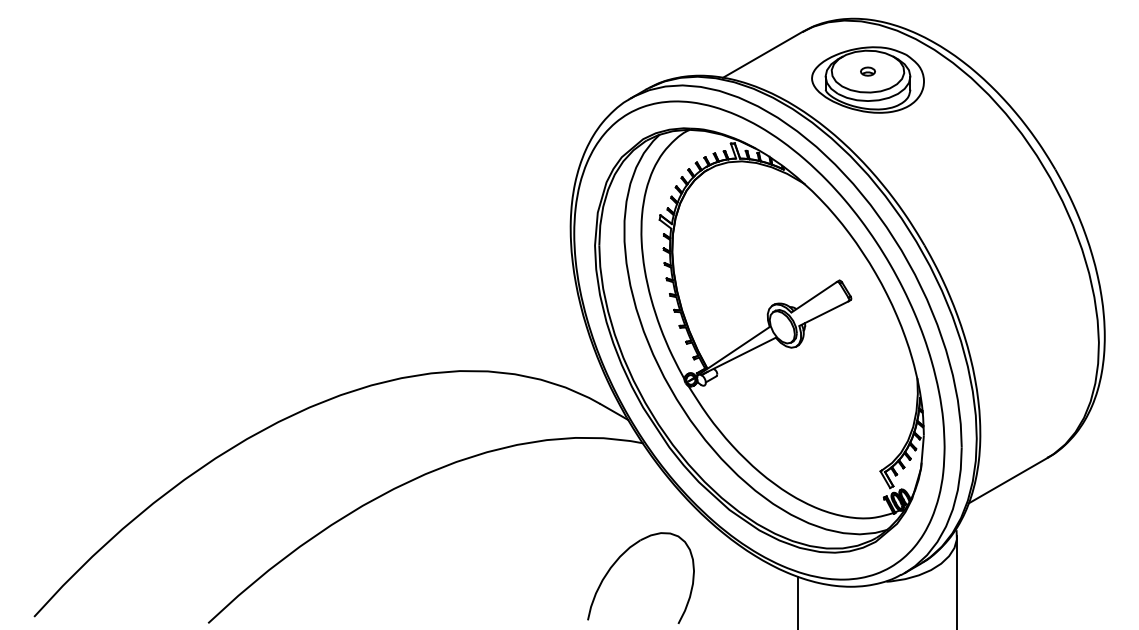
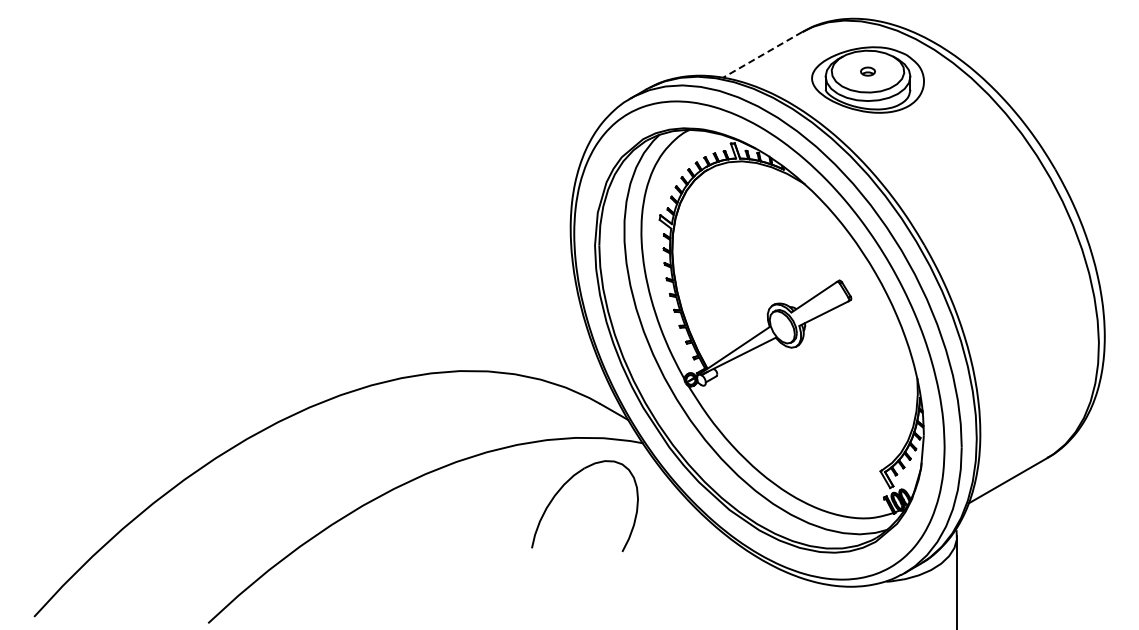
line at (762, 54): solid -> dashed
part at (618, 560) position: (618, 560) -> (562, 488)
line at (798, 601): present -> none
